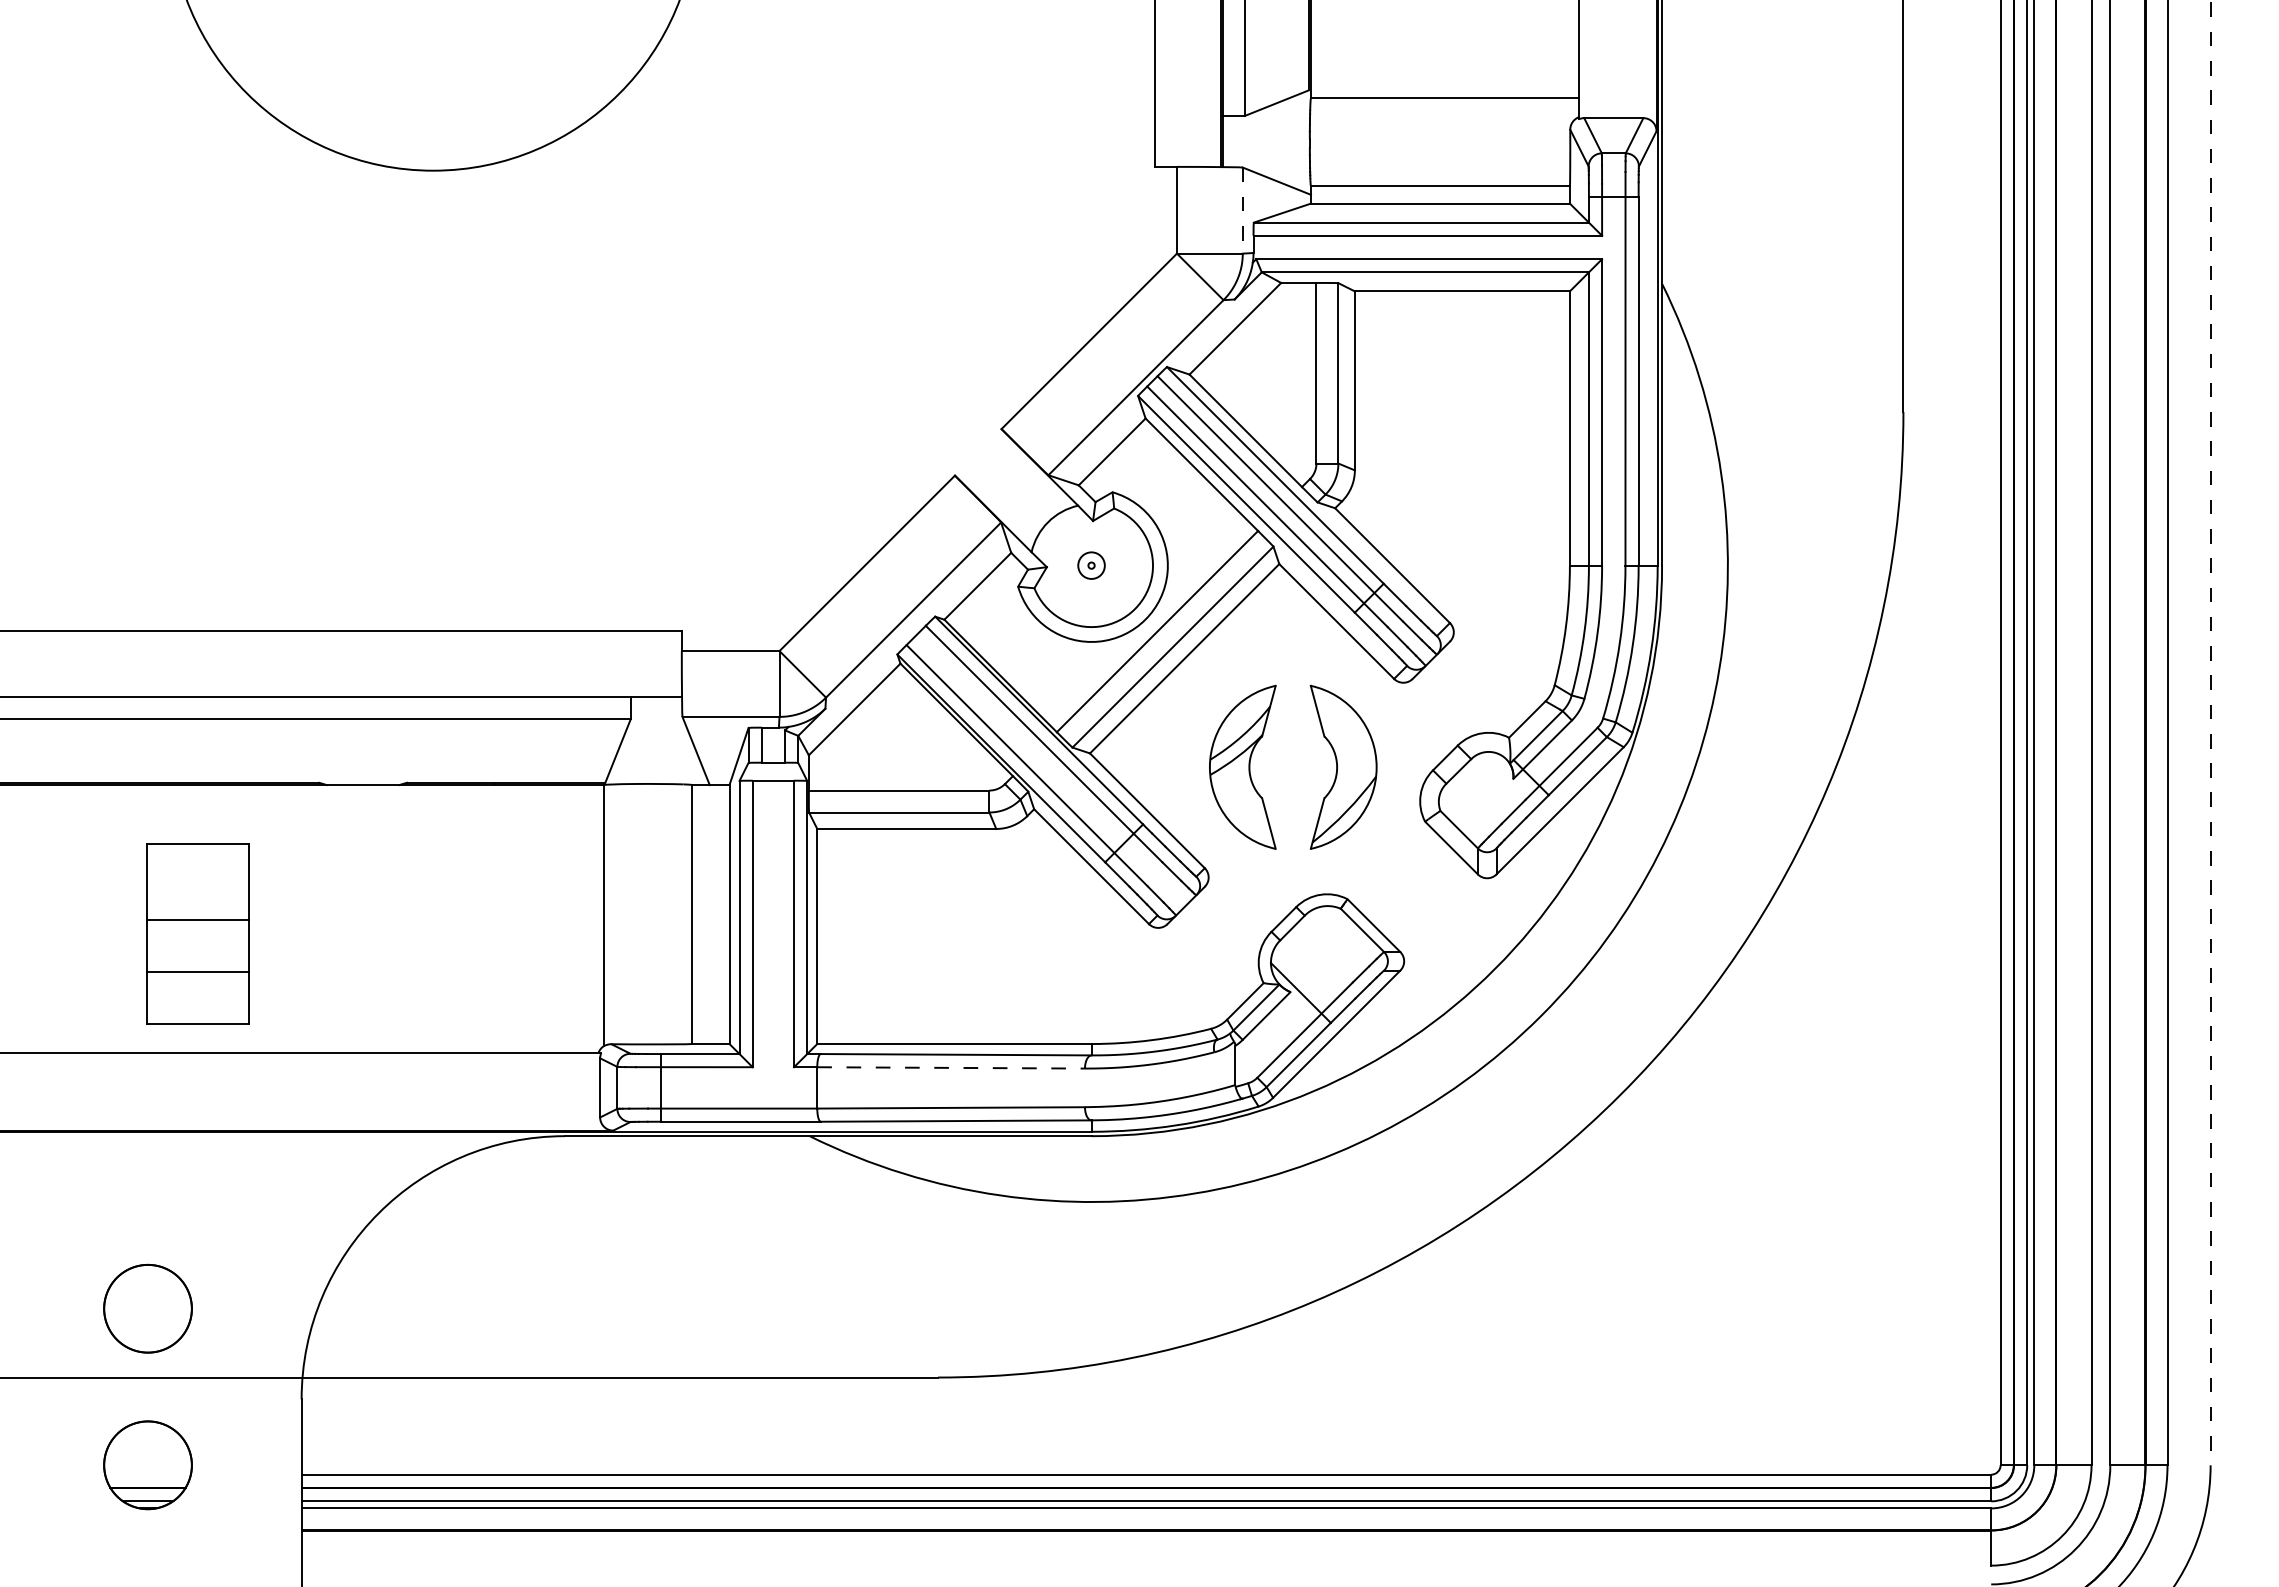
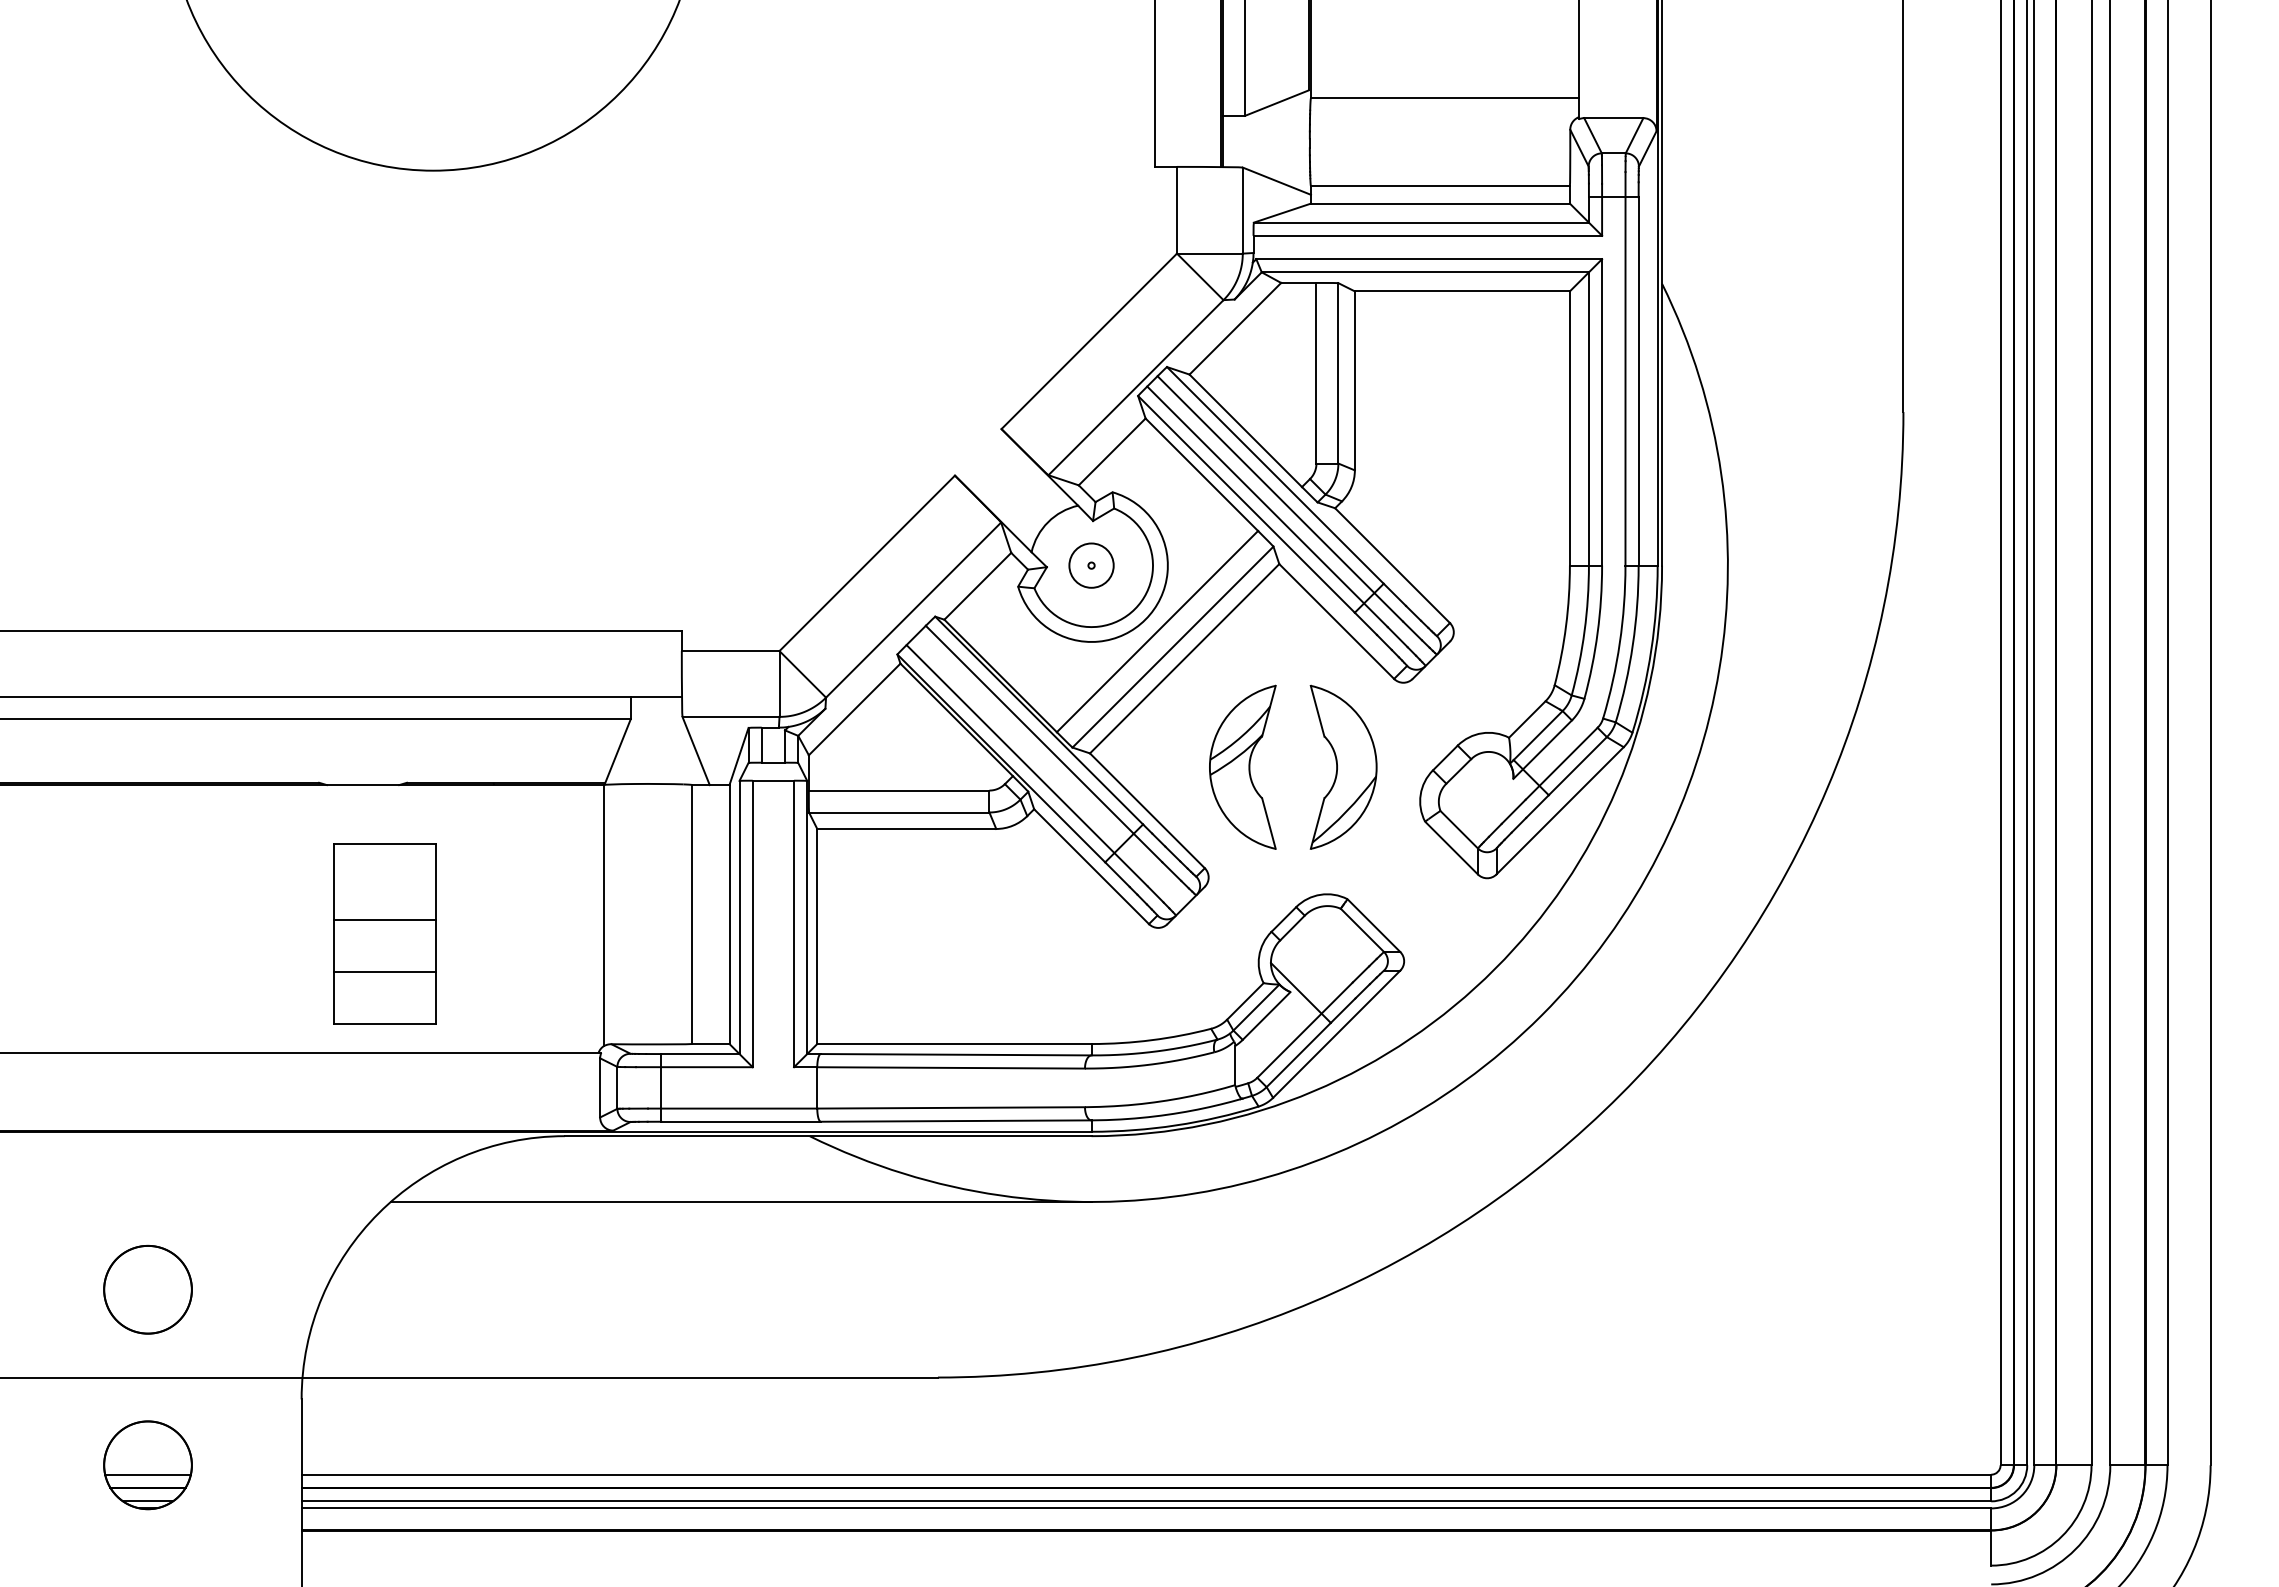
line at (1242, 211): dashed -> solid
circle at (1091, 565) diameter: 27 px -> 44 px
line at (2210, 733): dashed -> solid
part at (197, 933) position: (197, 933) -> (384, 933)
line at (951, 1067): dashed -> solid
line at (740, 1202): none -> present
part at (147, 1308) position: (147, 1308) -> (147, 1289)
line at (147, 1474): none -> present
